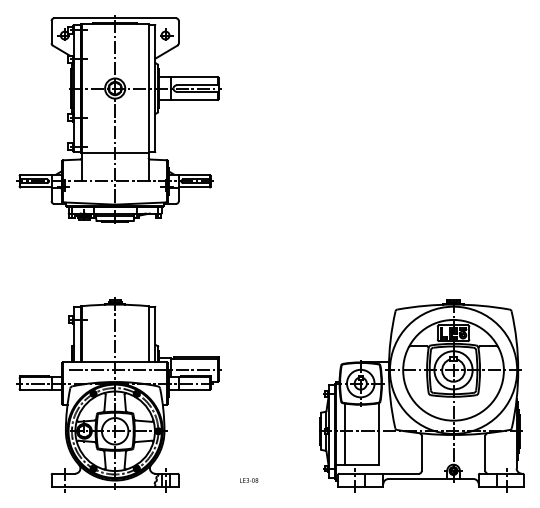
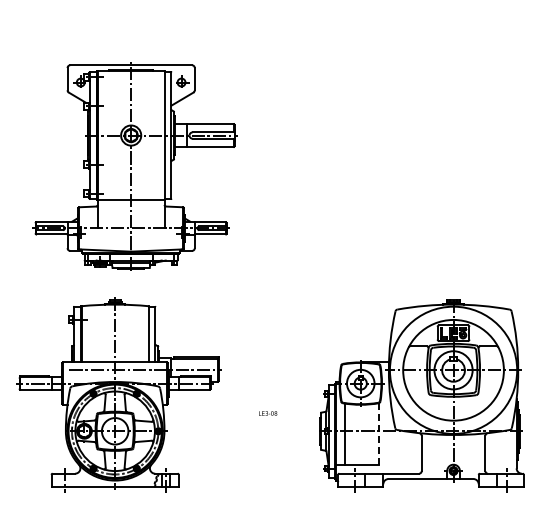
part at (118, 119) position: (118, 119) -> (134, 166)
line at (378, 433): solid -> dashed
text at (249, 480) position: (249, 480) -> (268, 413)
